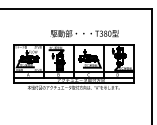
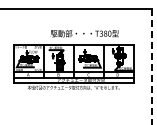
line at (151, 67): solid -> dashed
